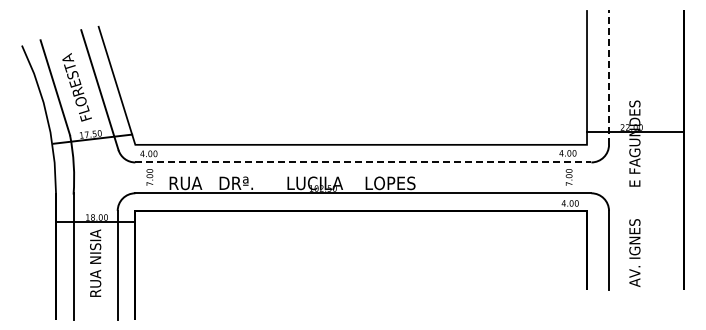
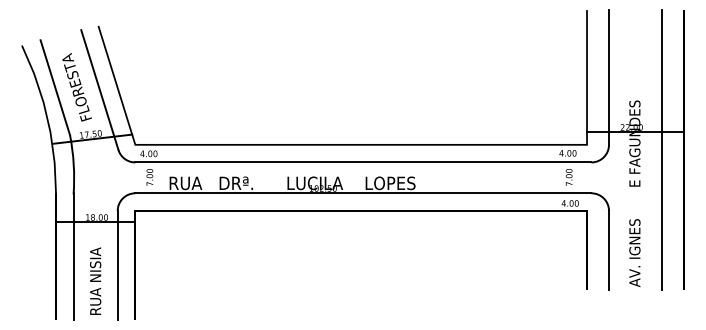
line at (609, 76): dashed -> solid
line at (661, 150): none -> present
line at (363, 162): dashed -> solid
text at (95, 262) position: (95, 262) -> (95, 280)
